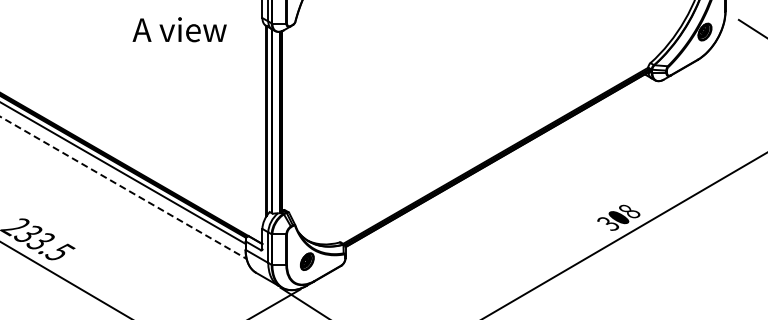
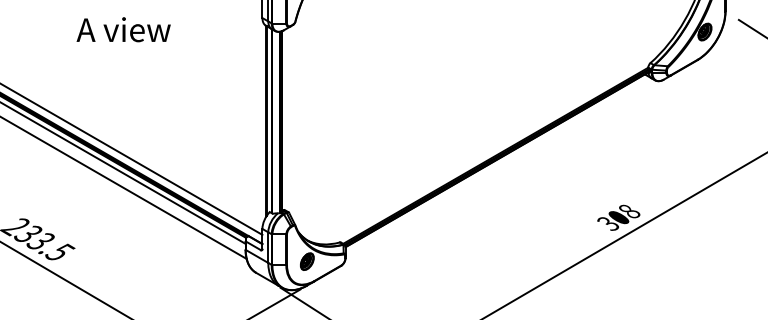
text at (179, 29) position: (179, 29) -> (123, 29)
line at (132, 159): none -> present
line at (123, 187): dashed -> solid
